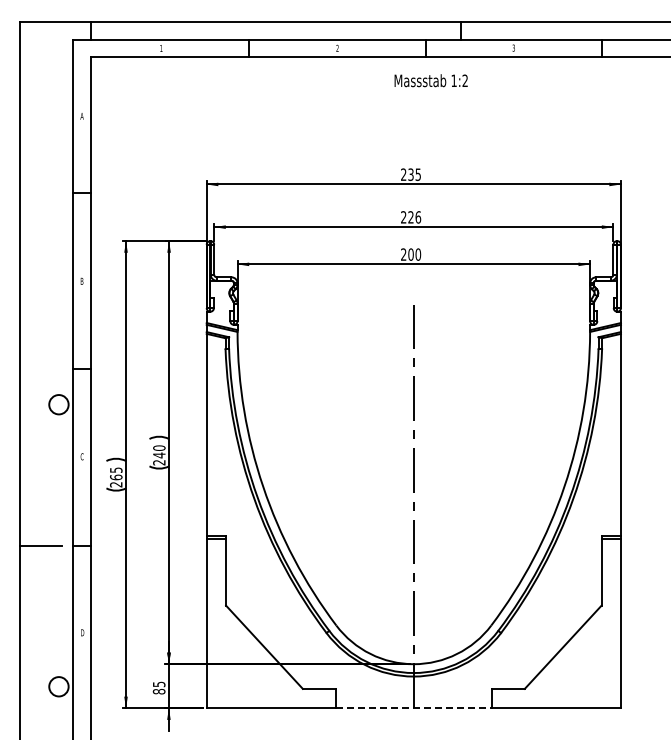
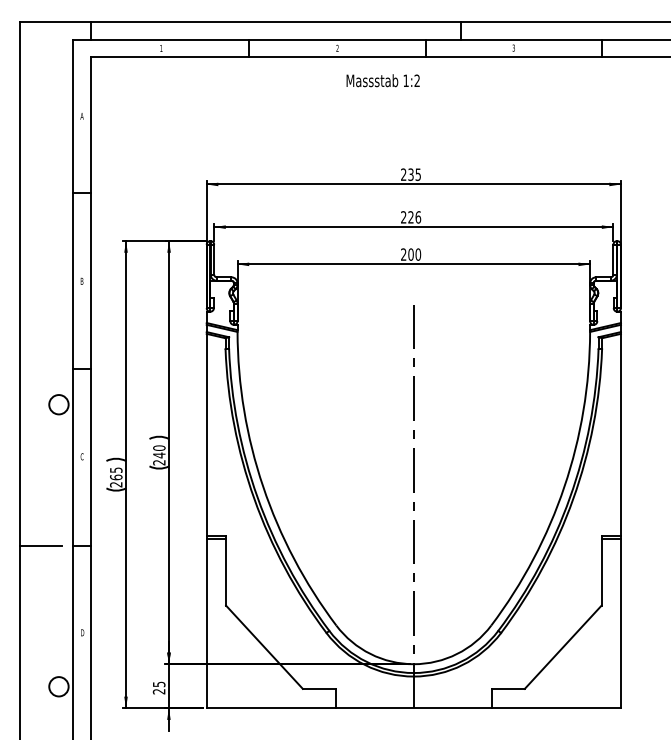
text at (430, 80) position: (430, 80) -> (382, 80)
text at (159, 691): 85 -> 25
line at (413, 708): dashed -> solid
